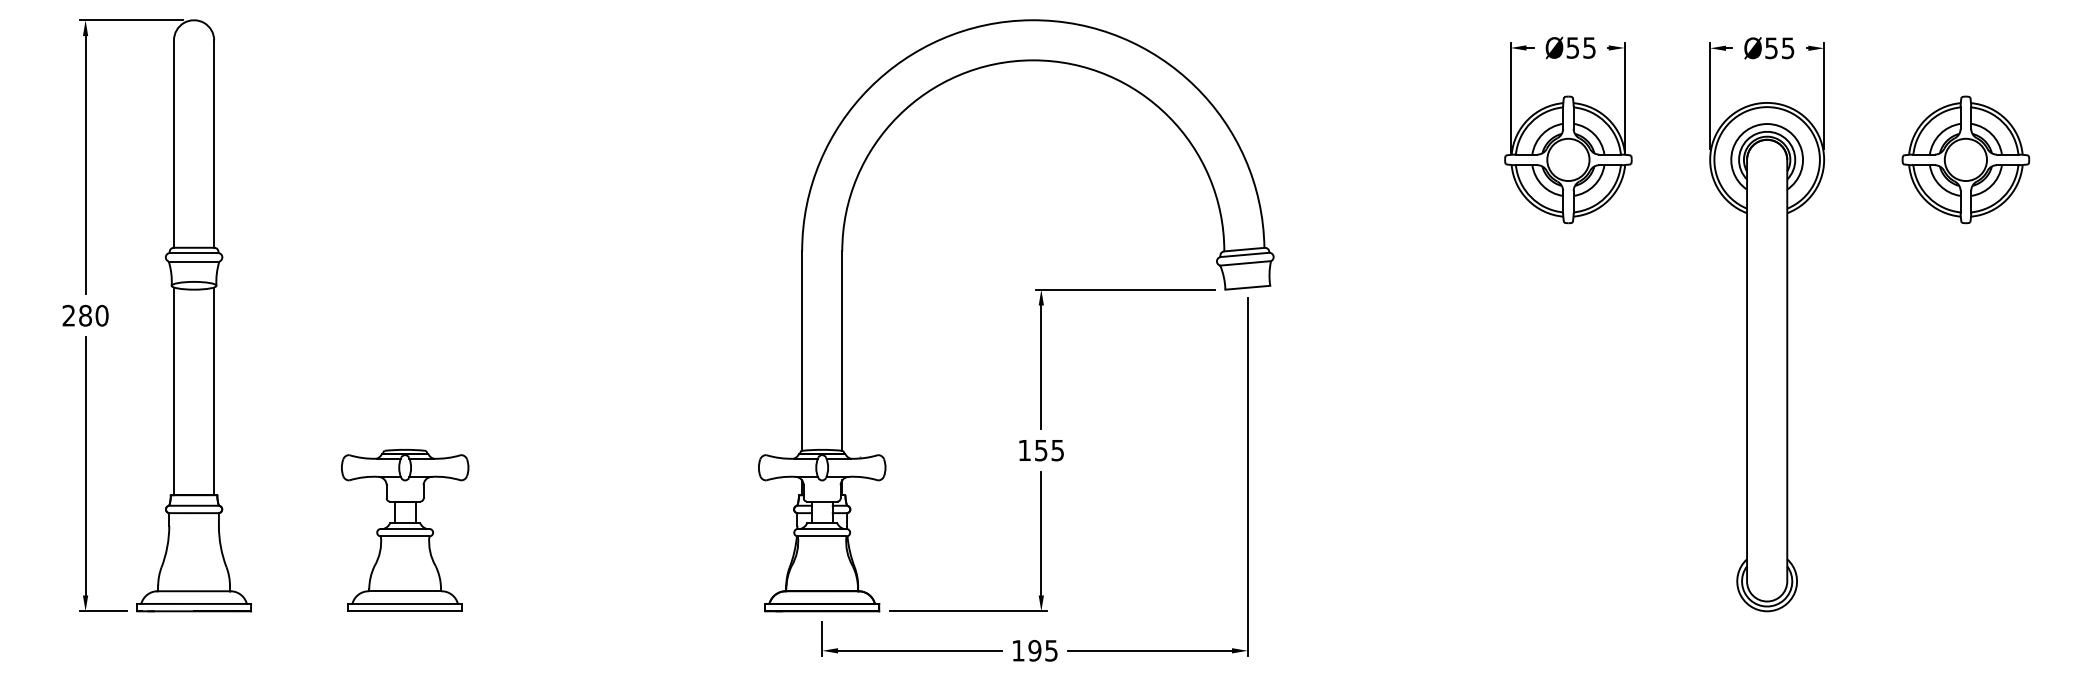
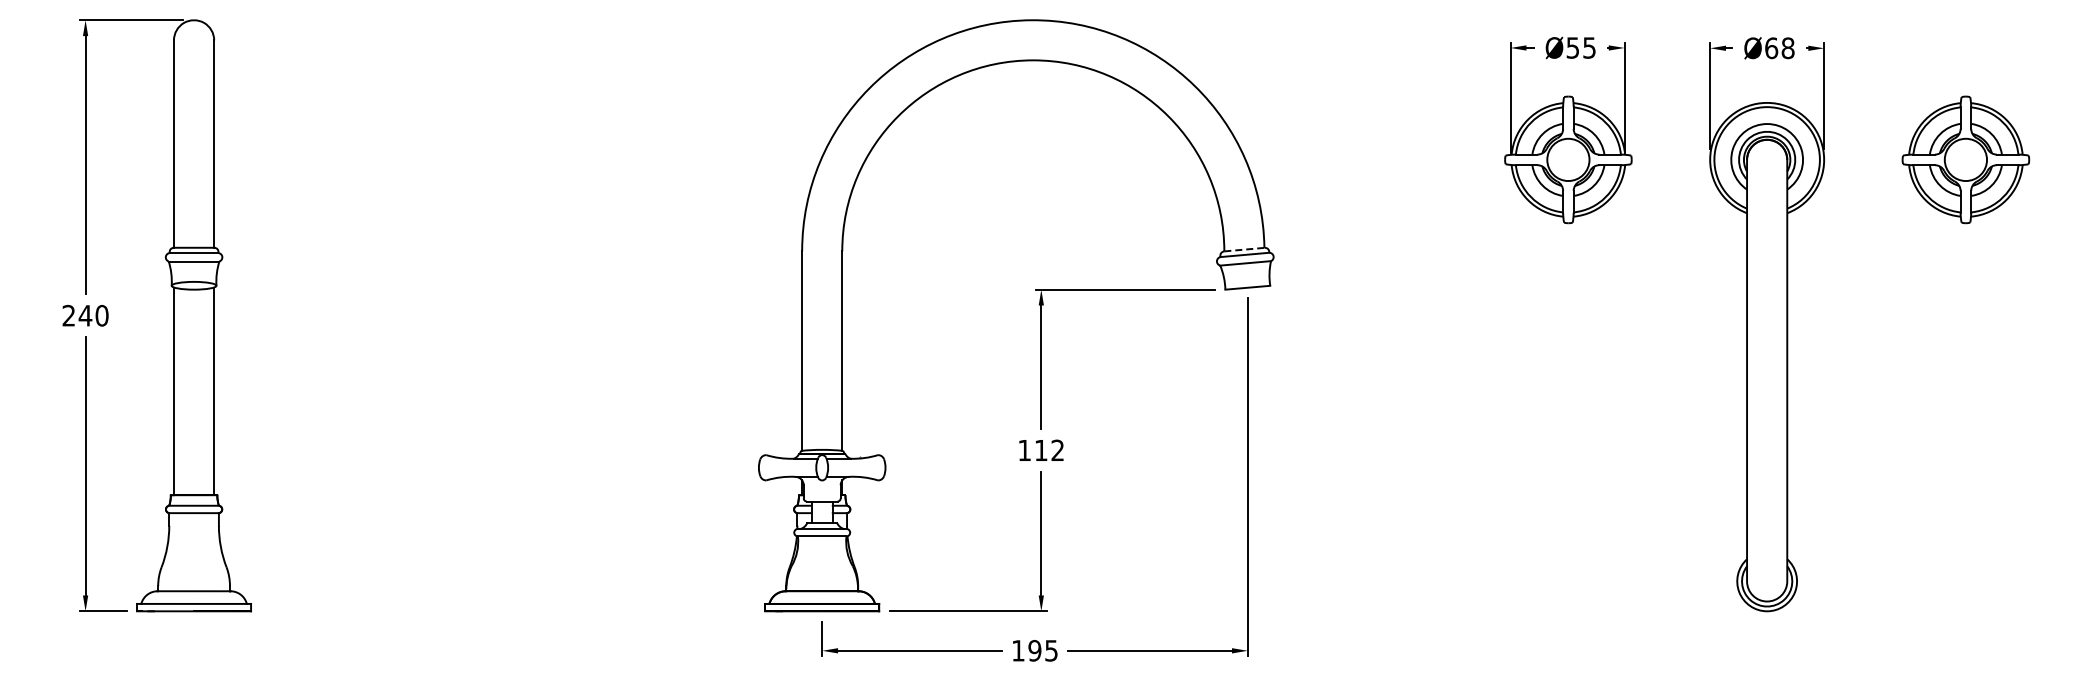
text at (1779, 48): Ø55 -> Ø68
line at (1244, 249): solid -> dashed
text at (85, 315): 280 -> 240
text at (1049, 450): 155 -> 112
part at (405, 530): present -> none
